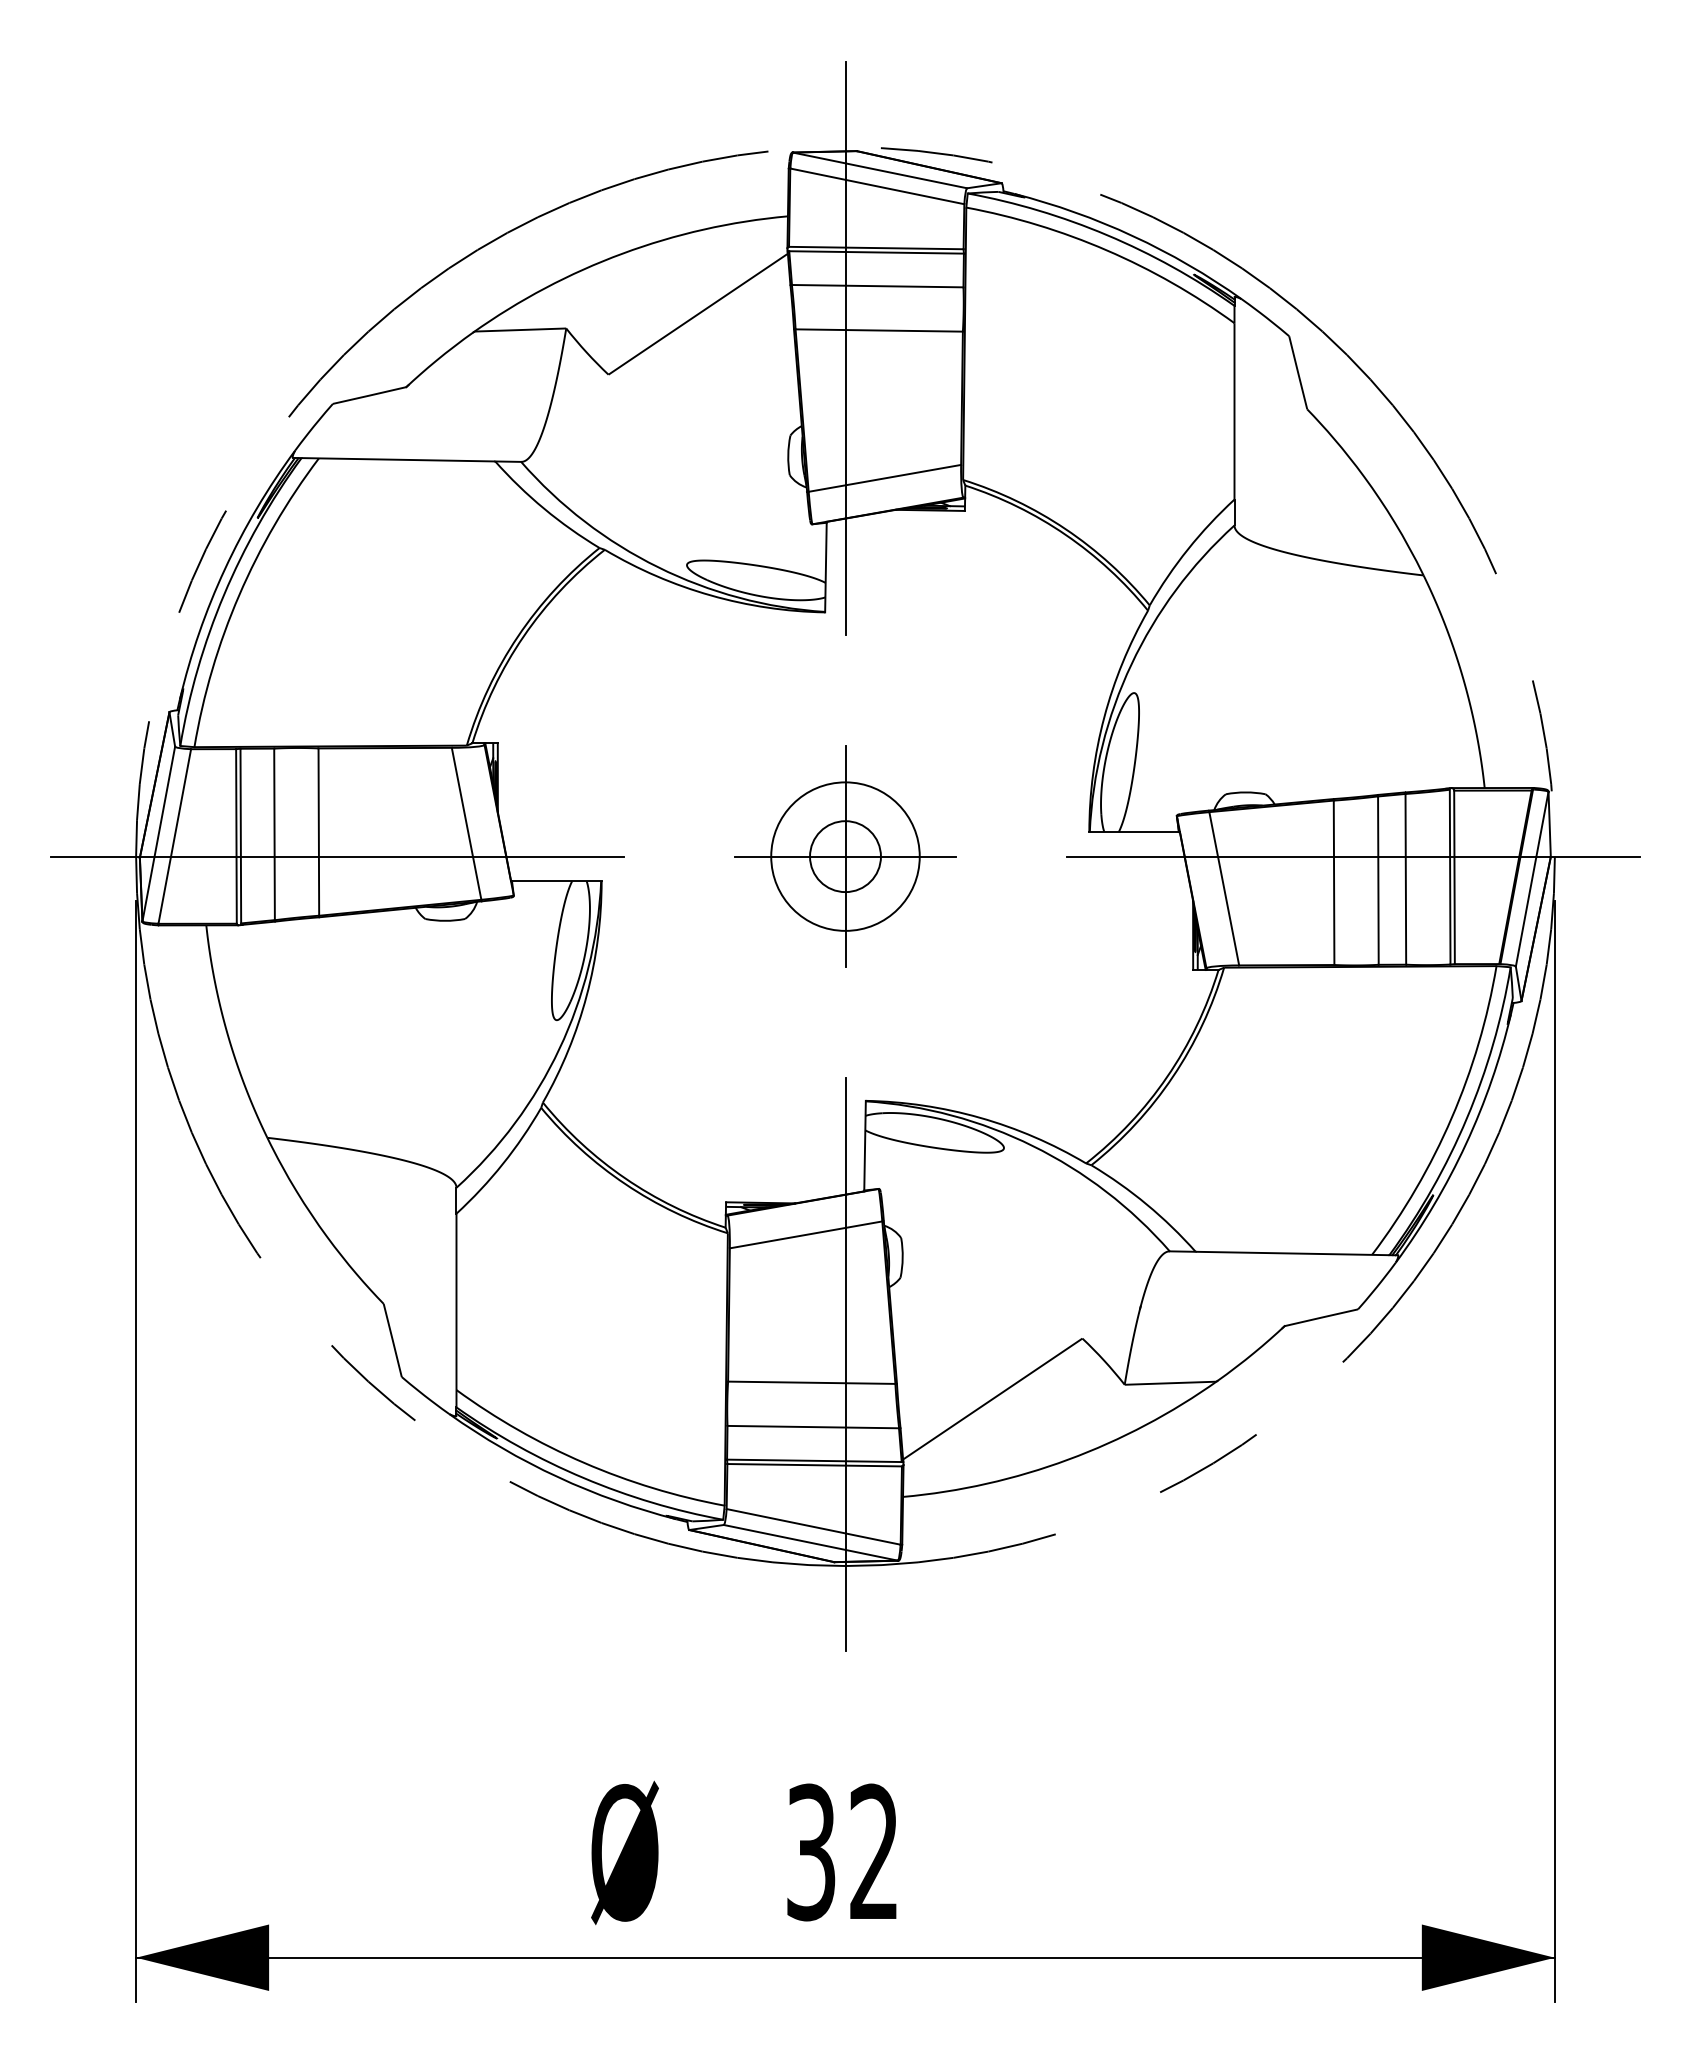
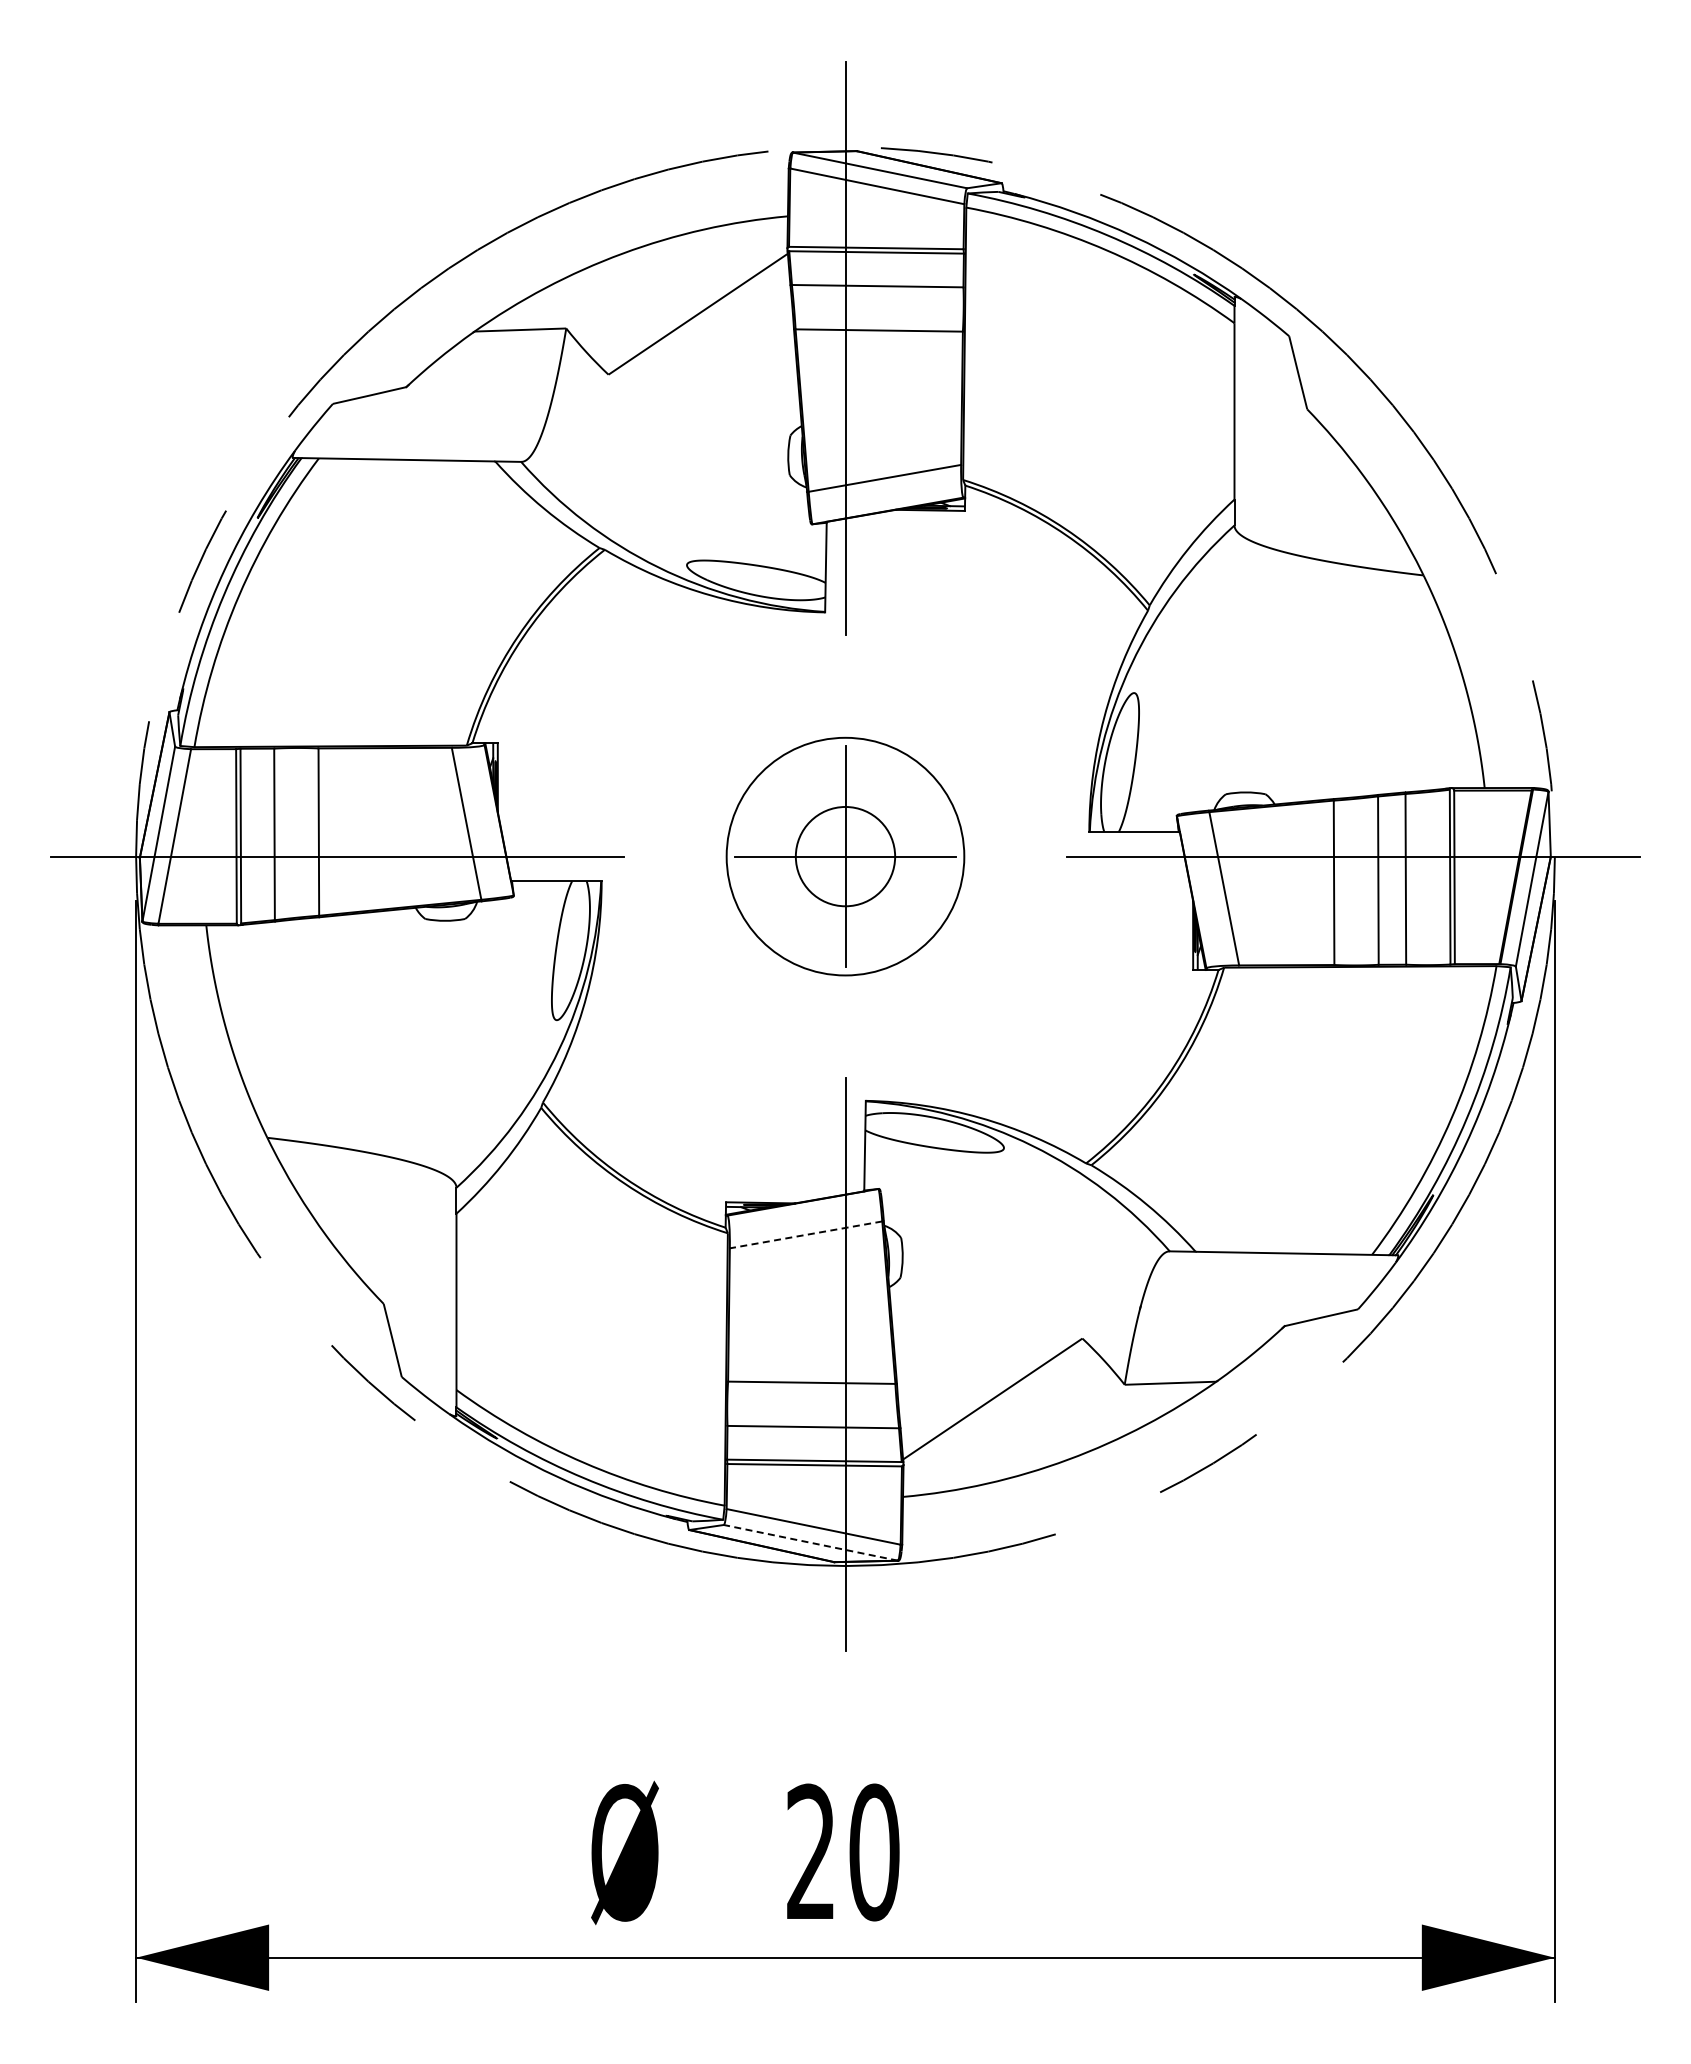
circle at (845, 856) diameter: 149 px -> 238 px
circle at (845, 856) diameter: 71 px -> 99 px
line at (805, 1234): solid -> dashed
line at (810, 1542): solid -> dashed
text at (843, 1852): 32 -> 20
